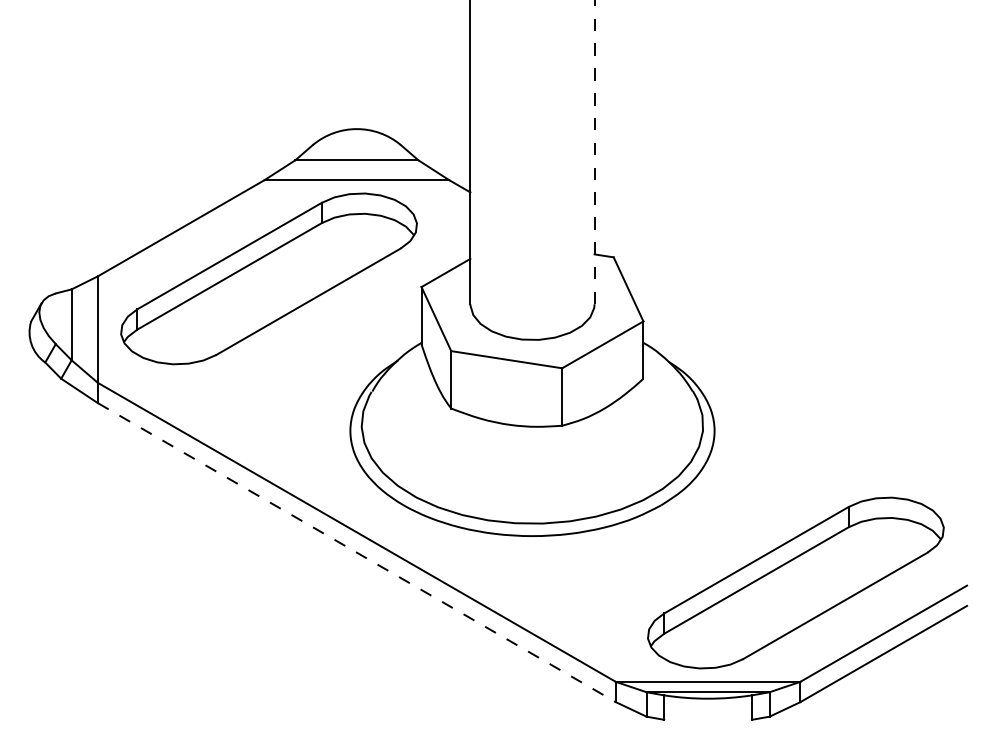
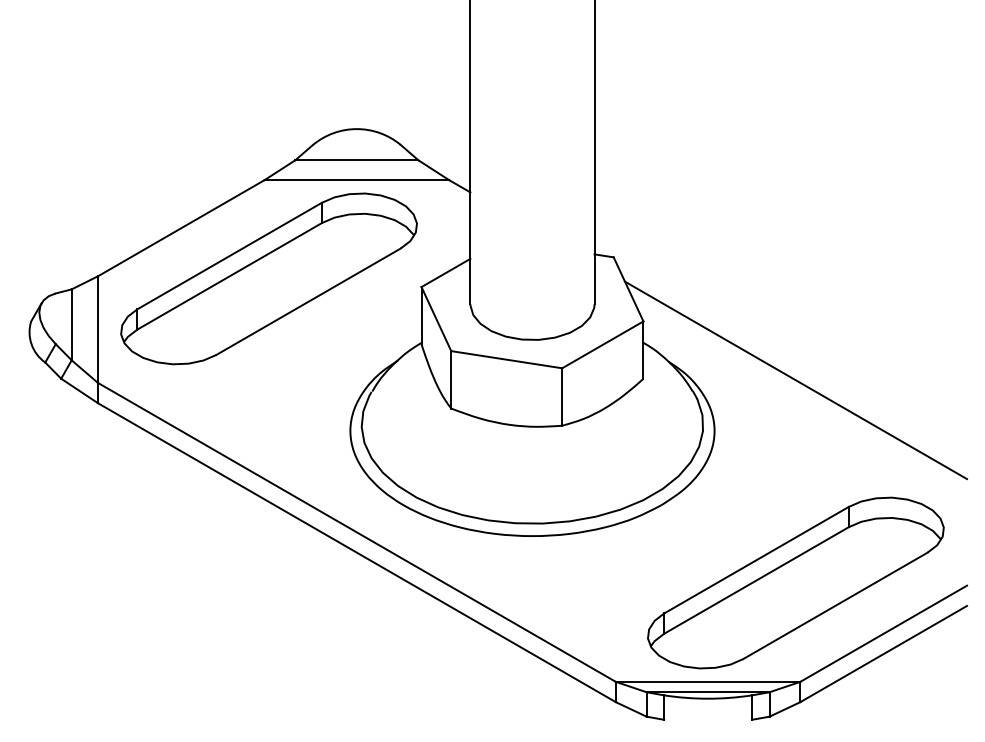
line at (594, 152): dashed -> solid
line at (795, 380): none -> present
line at (356, 552): dashed -> solid
